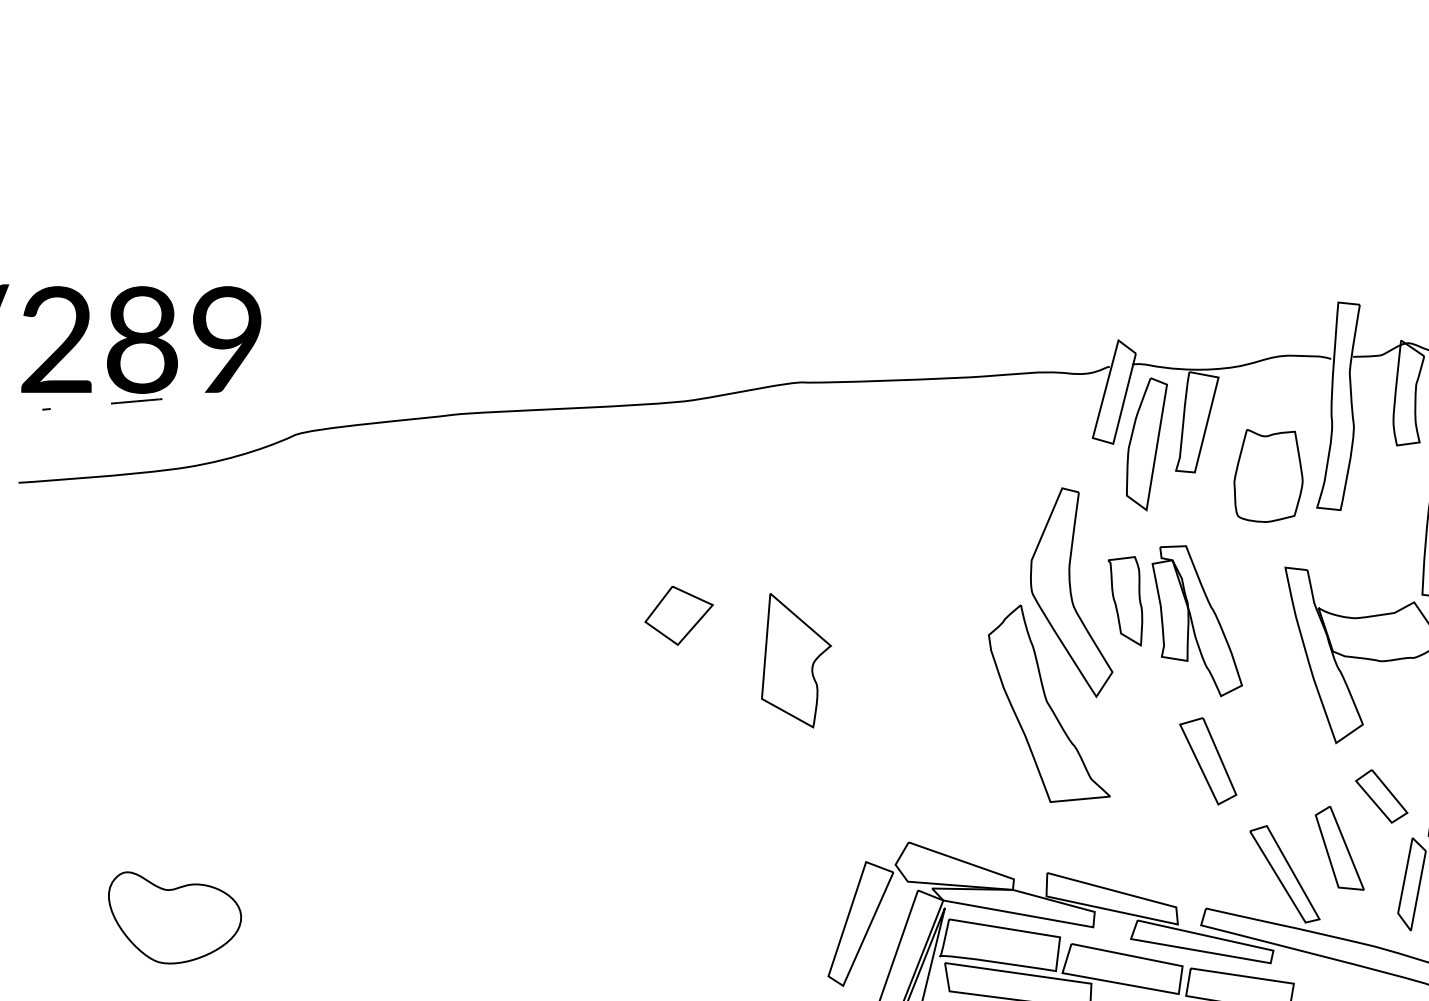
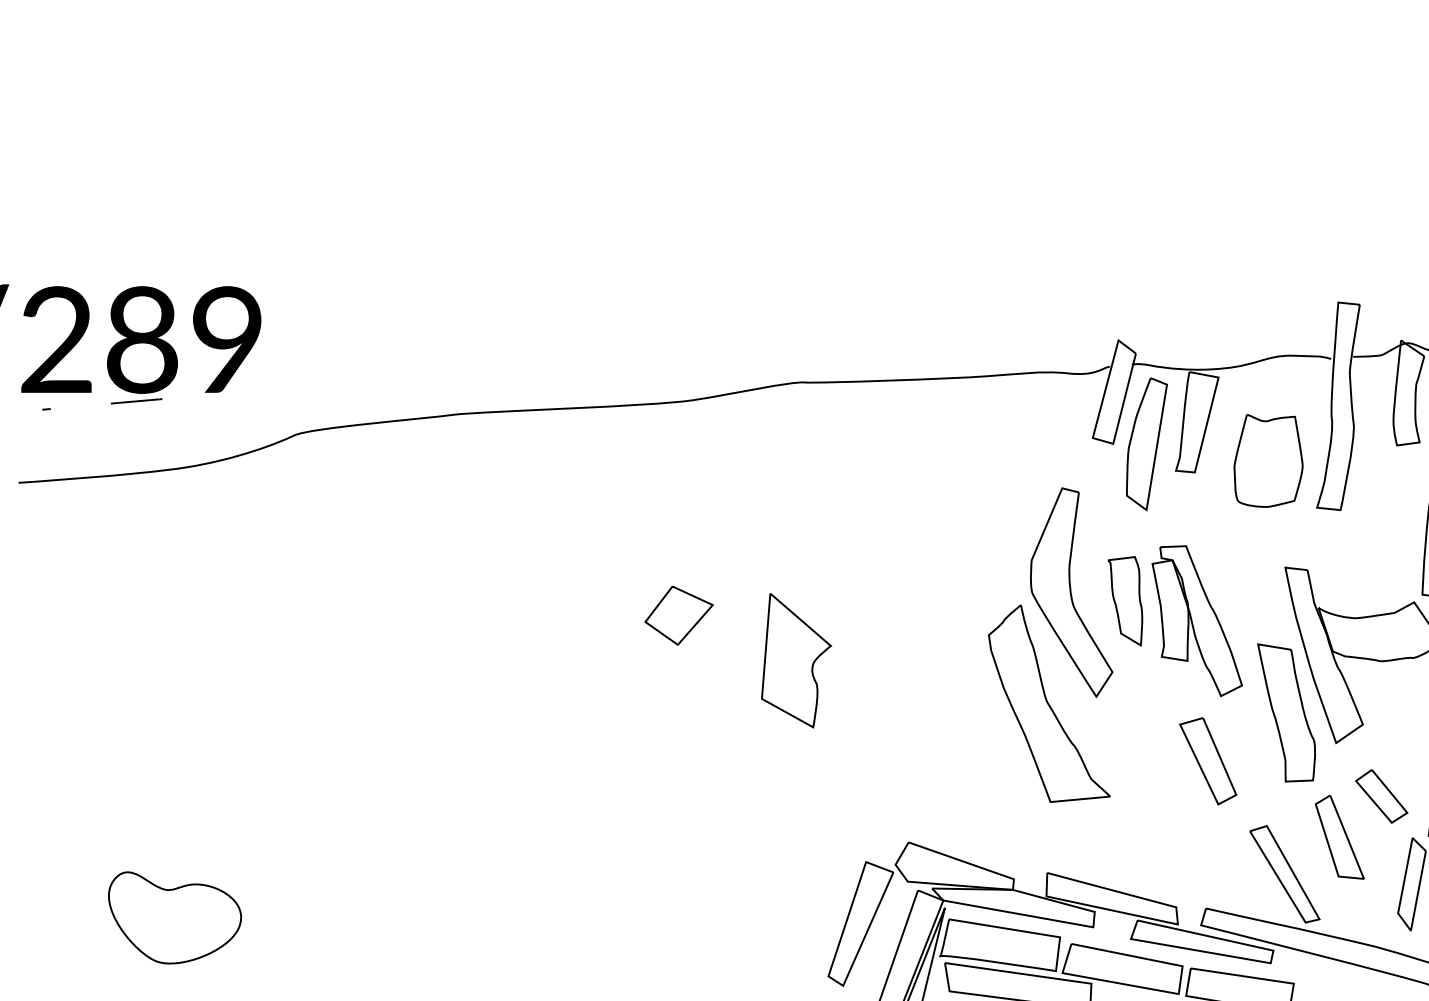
part at (1268, 475) position: (1268, 475) -> (1268, 460)
part at (1286, 712): none -> present
part at (1339, 847) position: (1339, 847) -> (1339, 836)
